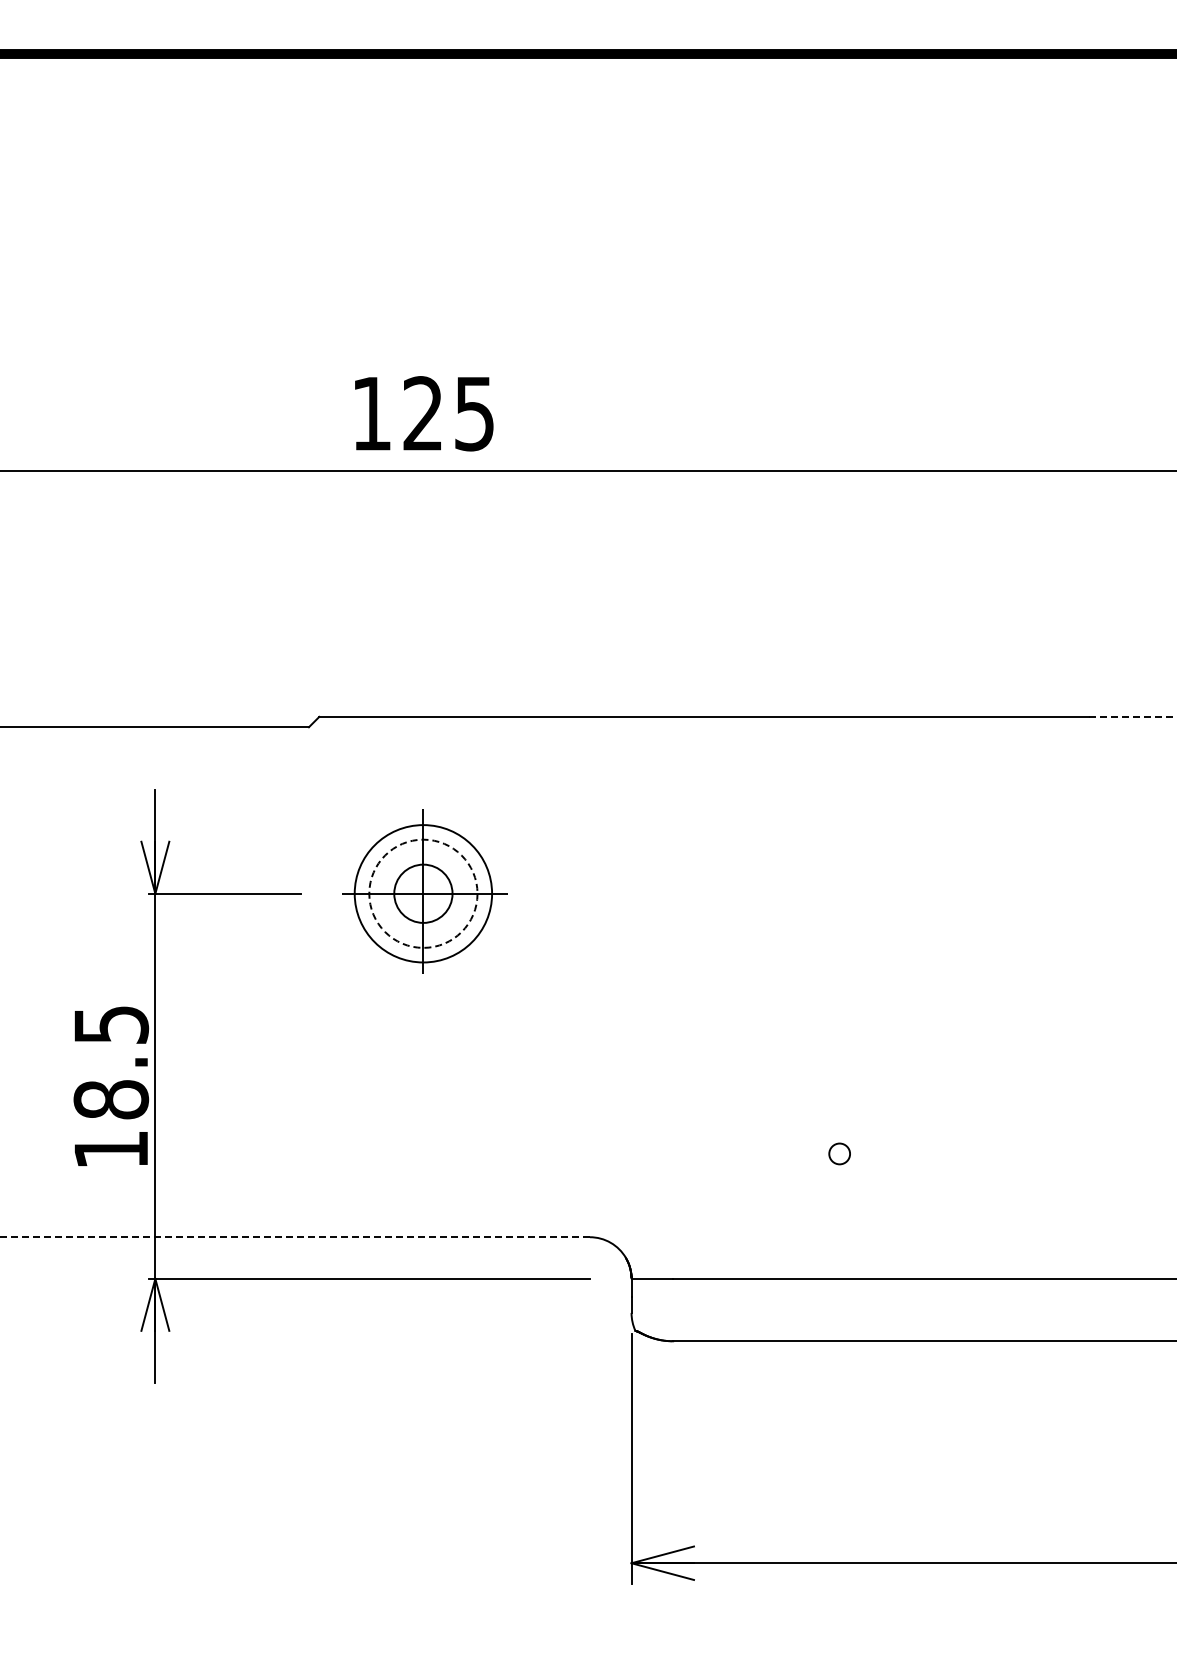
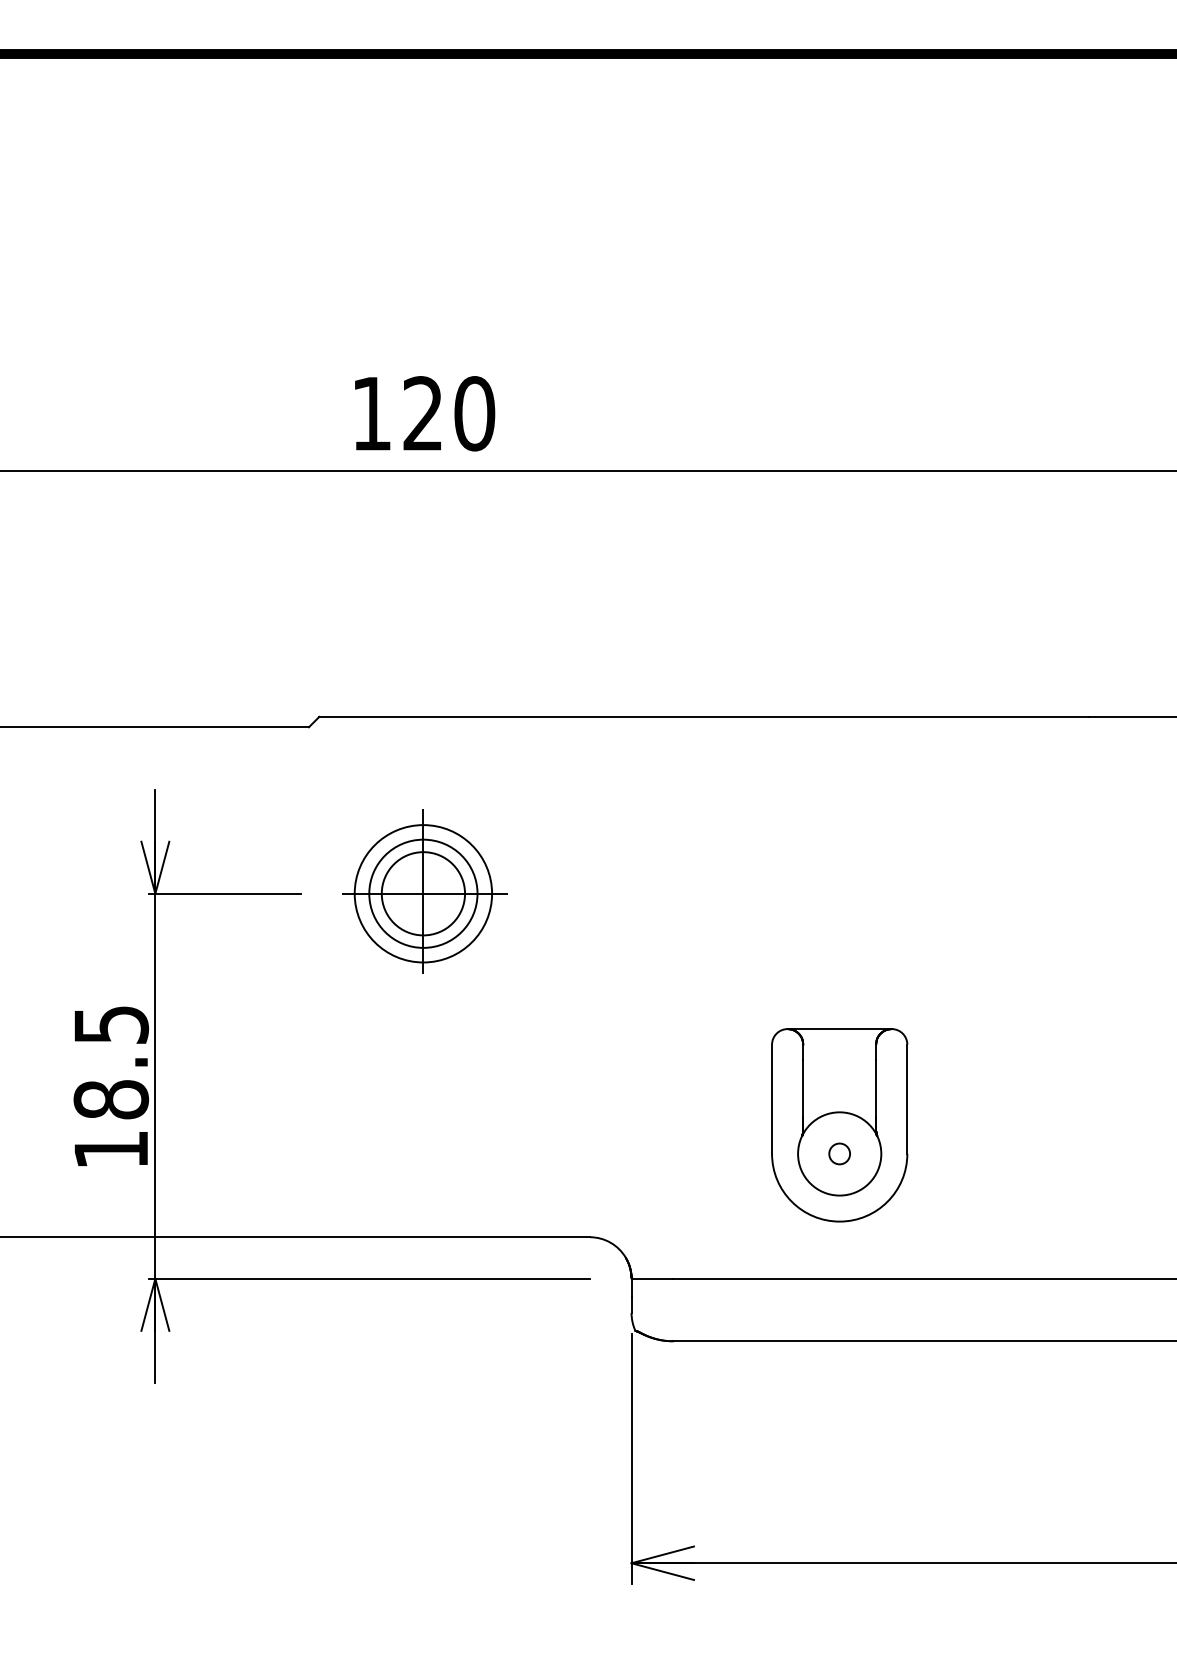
text at (474, 413): 125 -> 120
line at (1132, 716): dashed -> solid
circle at (423, 893) diameter: 58 px -> 83 px
circle at (423, 893): dashed -> solid
part at (839, 1125): none -> present
line at (295, 1237): dashed -> solid
